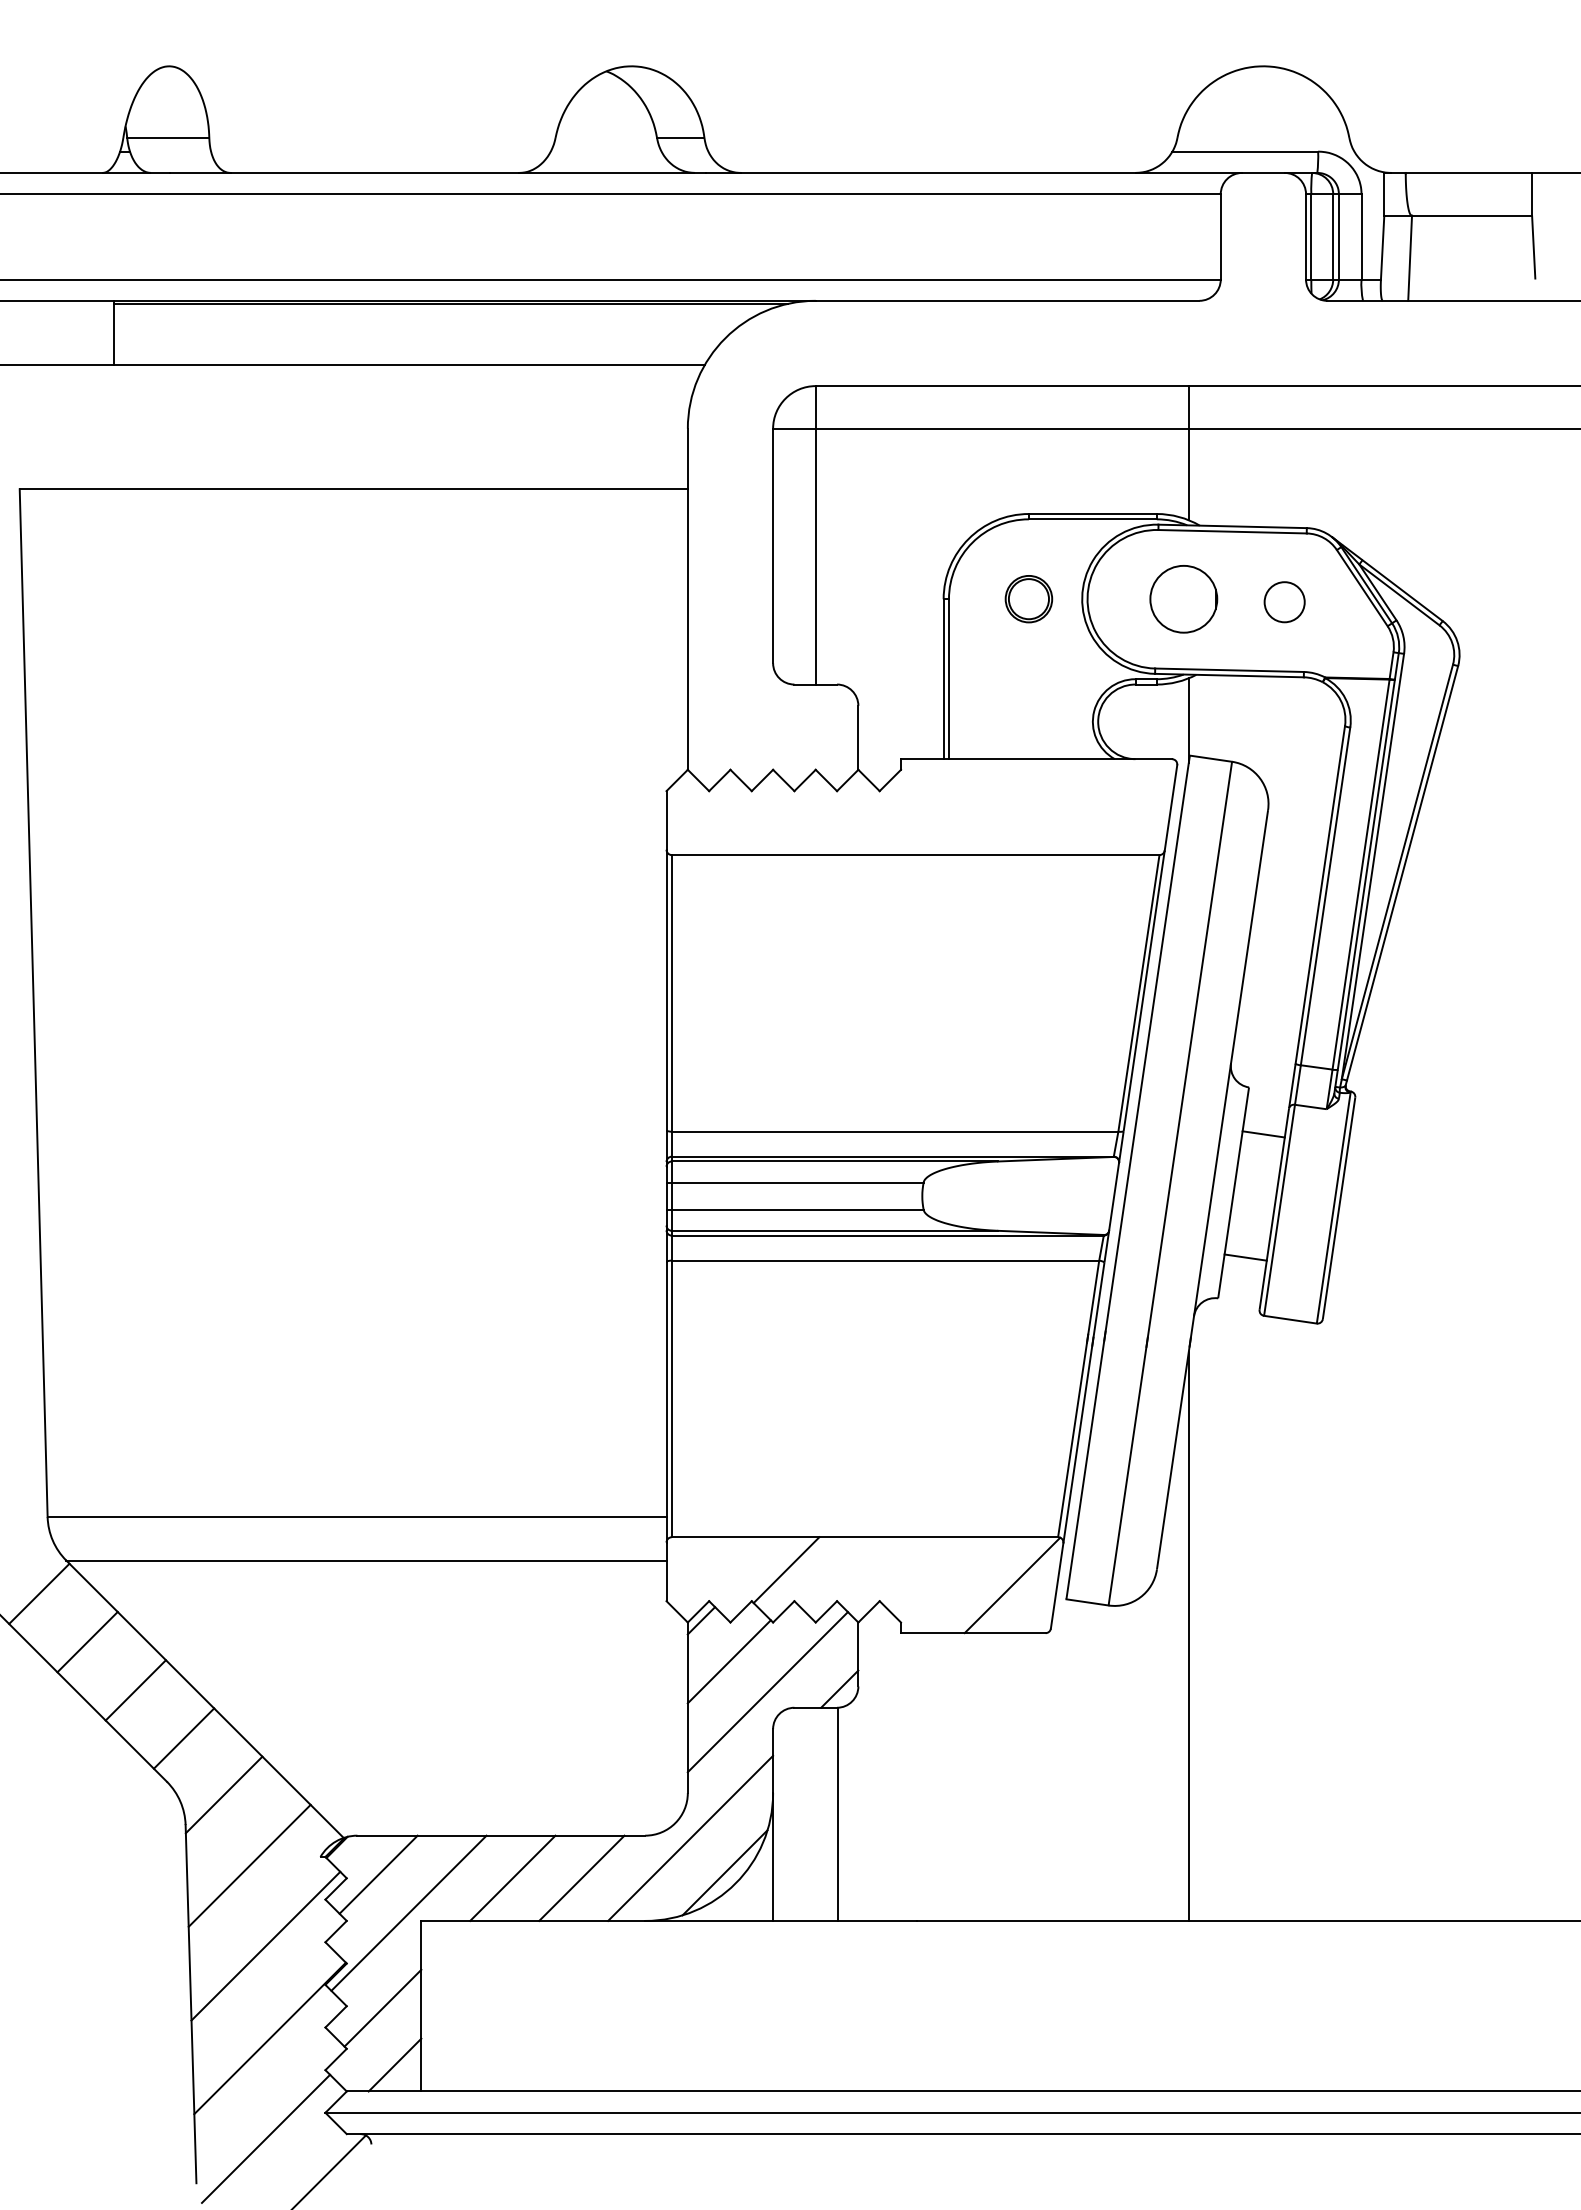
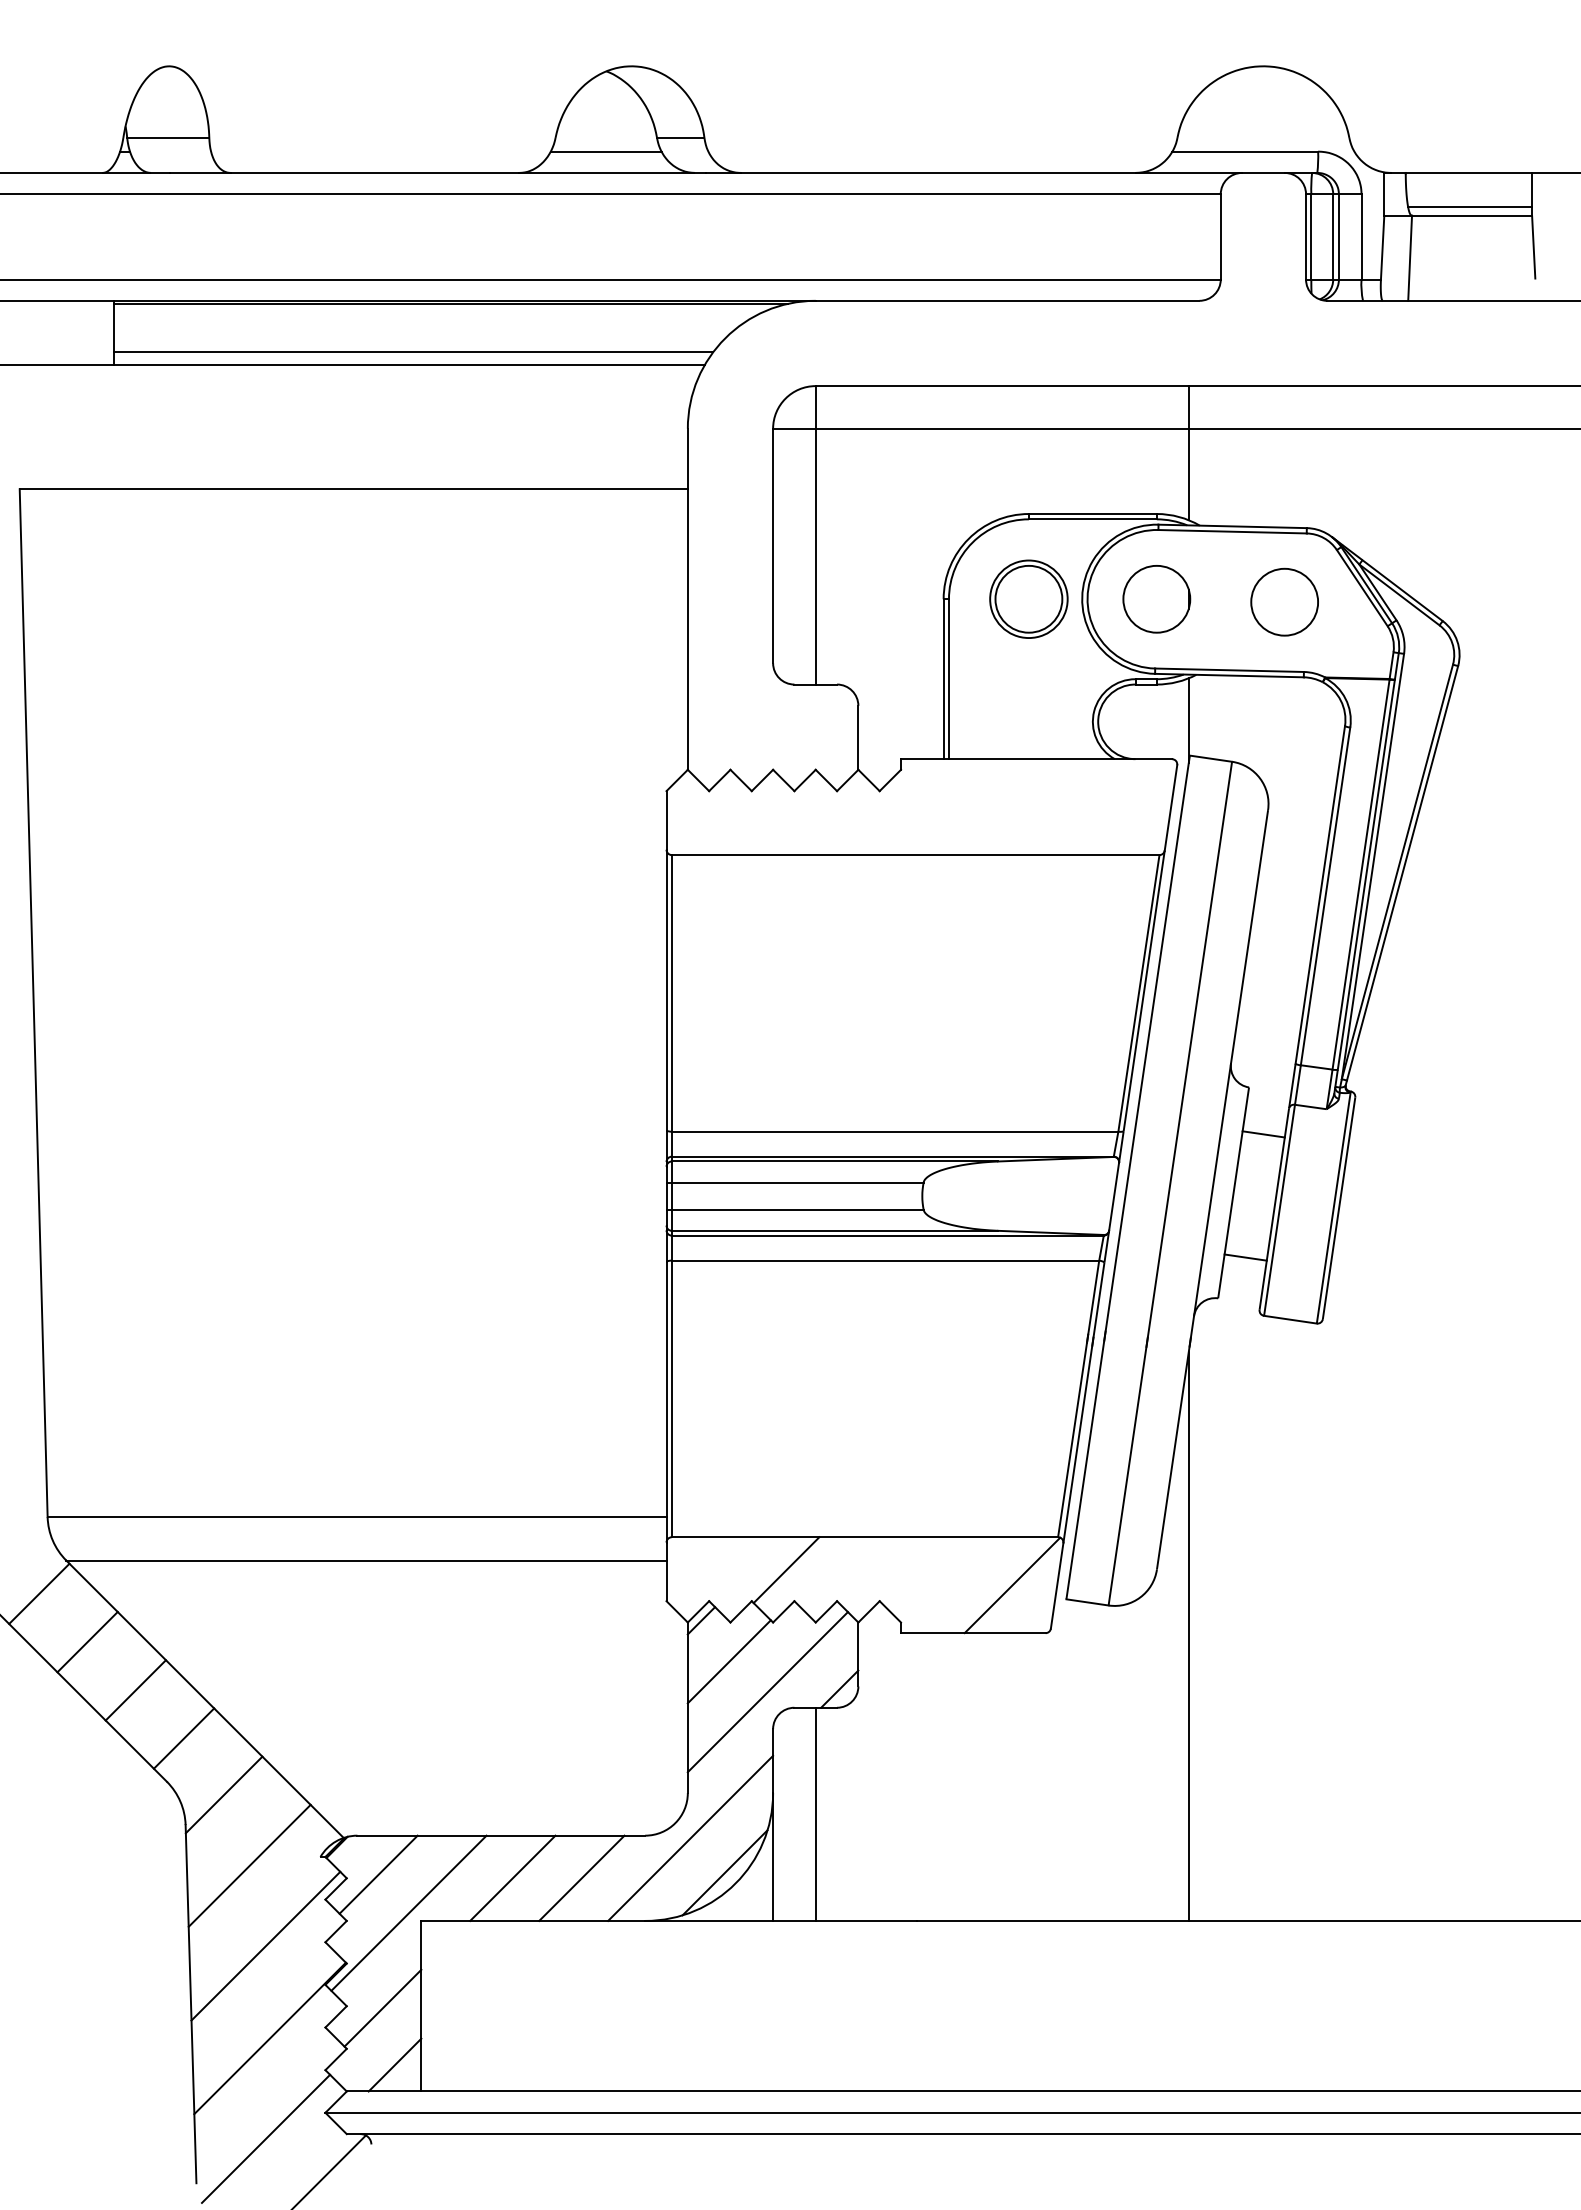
line at (605, 151): none -> present
line at (1470, 207): none -> present
line at (413, 352): none -> present
part at (1028, 599) size: 50x49 px -> 80x80 px
part at (1183, 599) position: (1183, 599) -> (1156, 599)
circle at (1284, 602) diameter: 40 px -> 67 px
line at (837, 1813) position: (837, 1813) -> (815, 1813)
